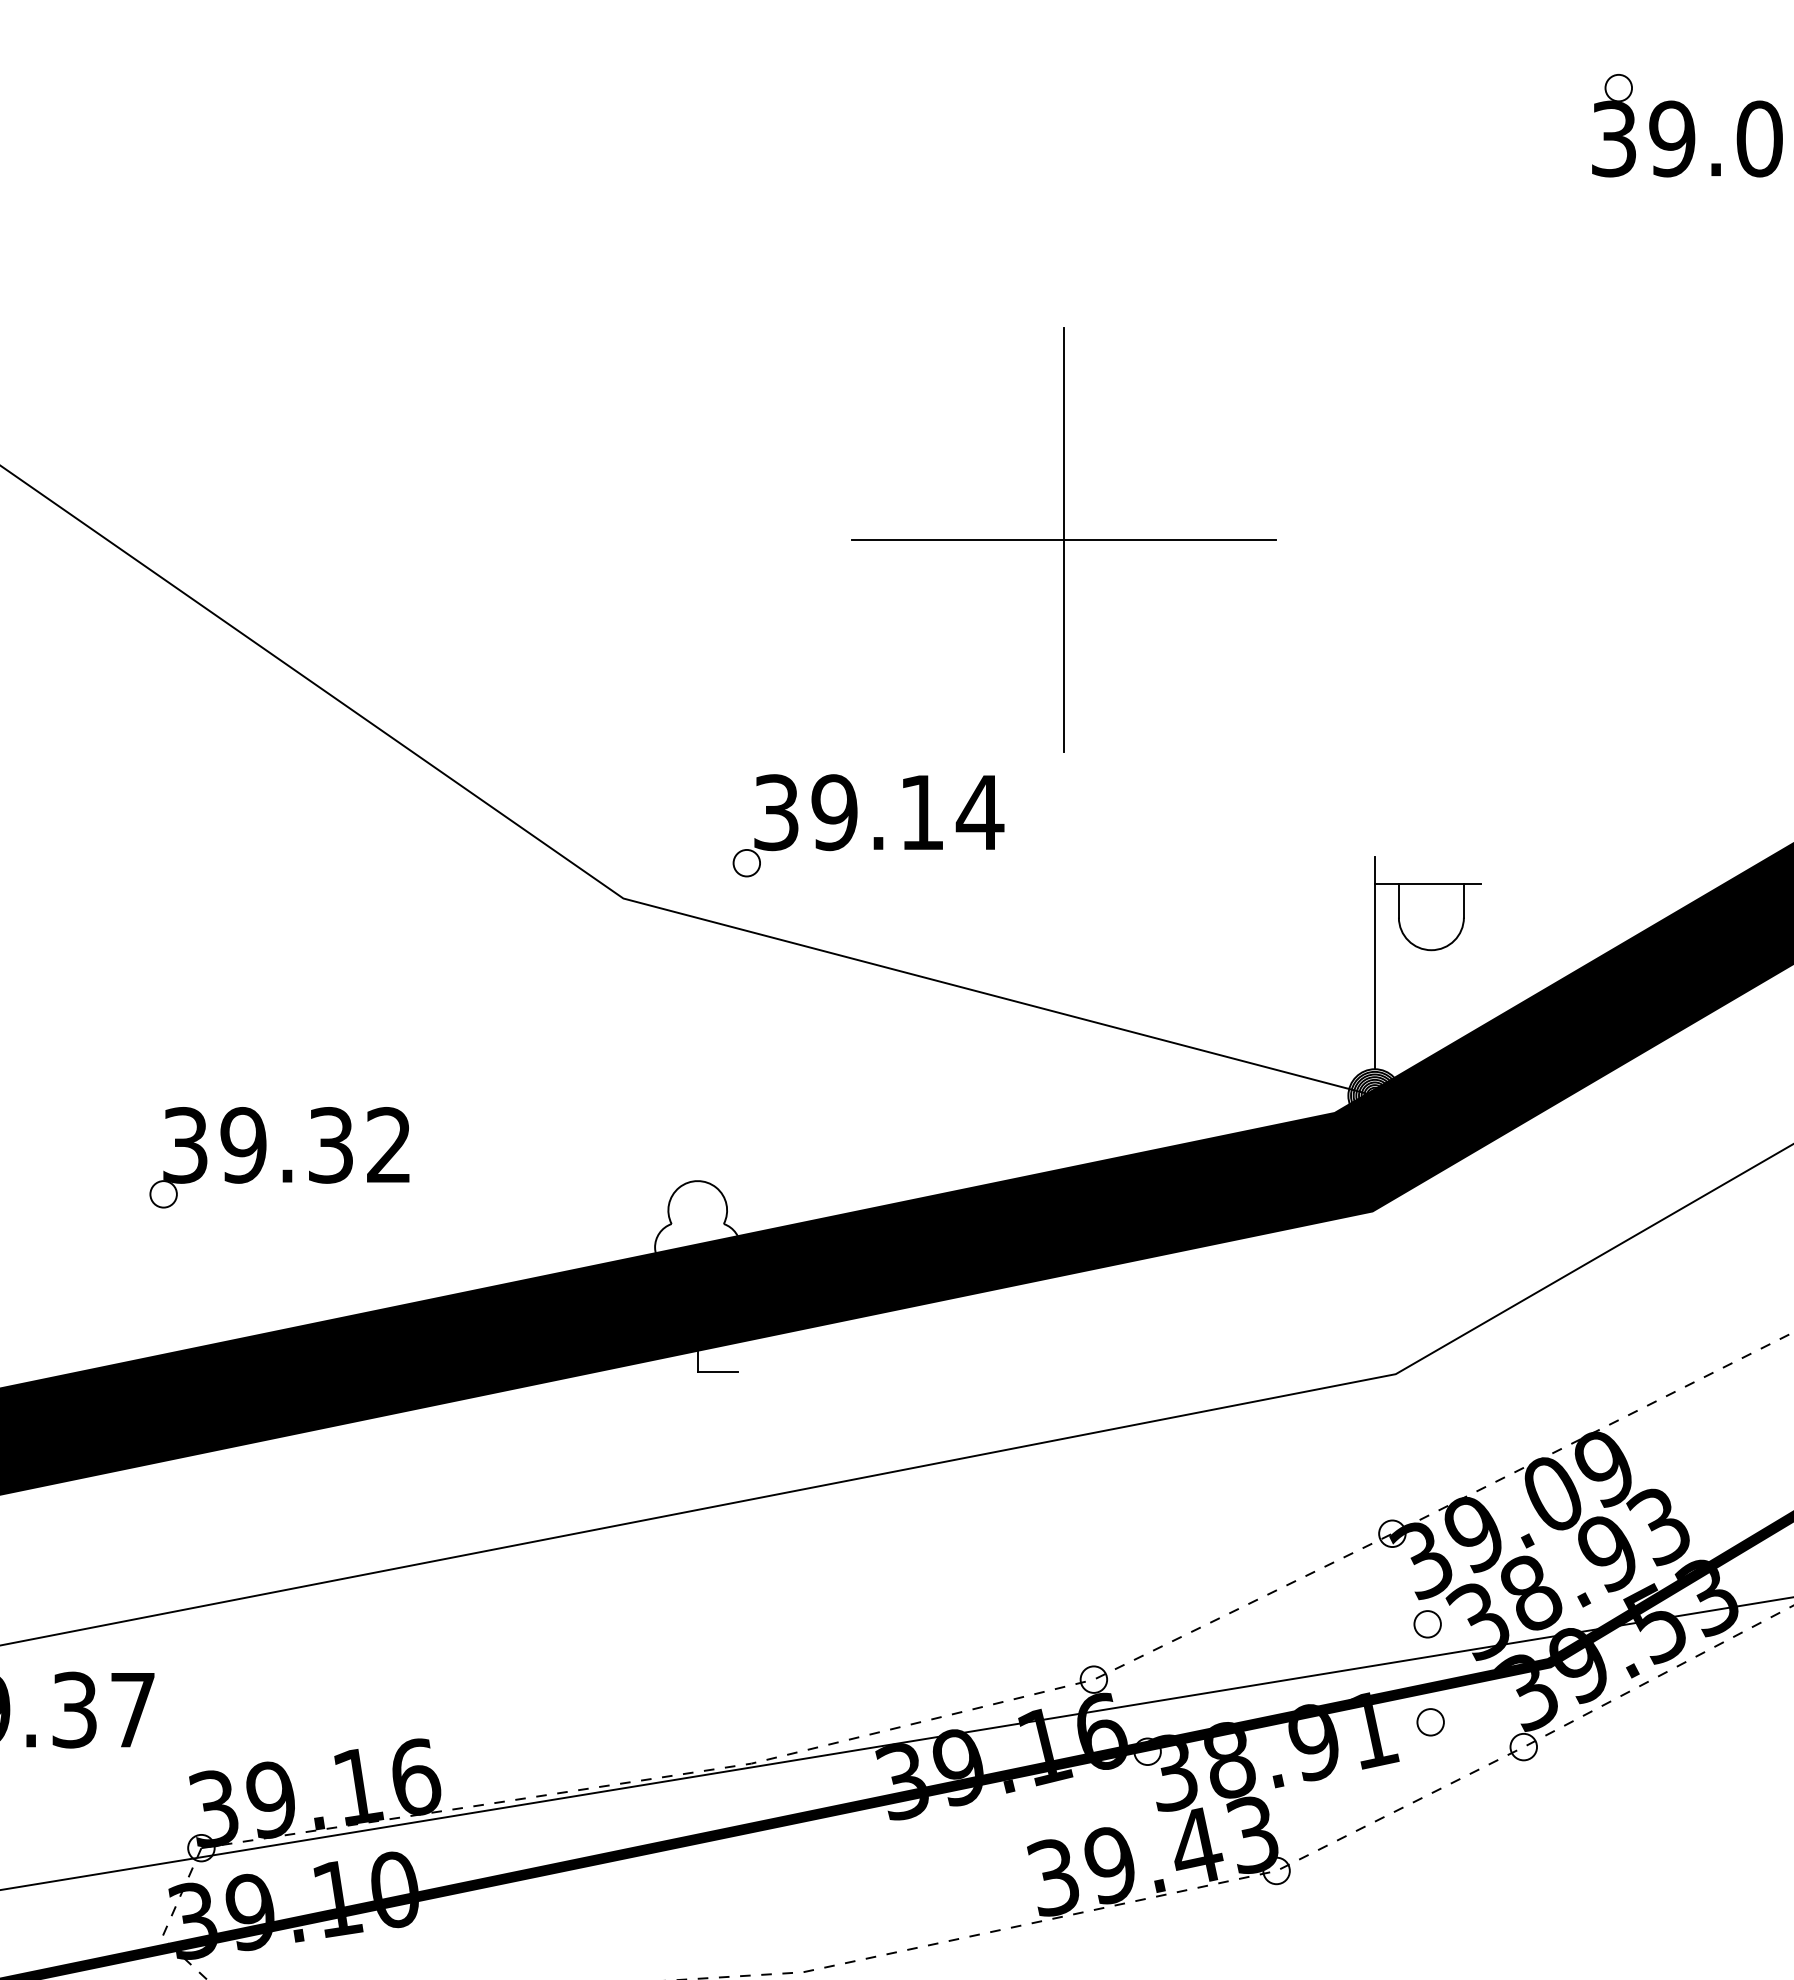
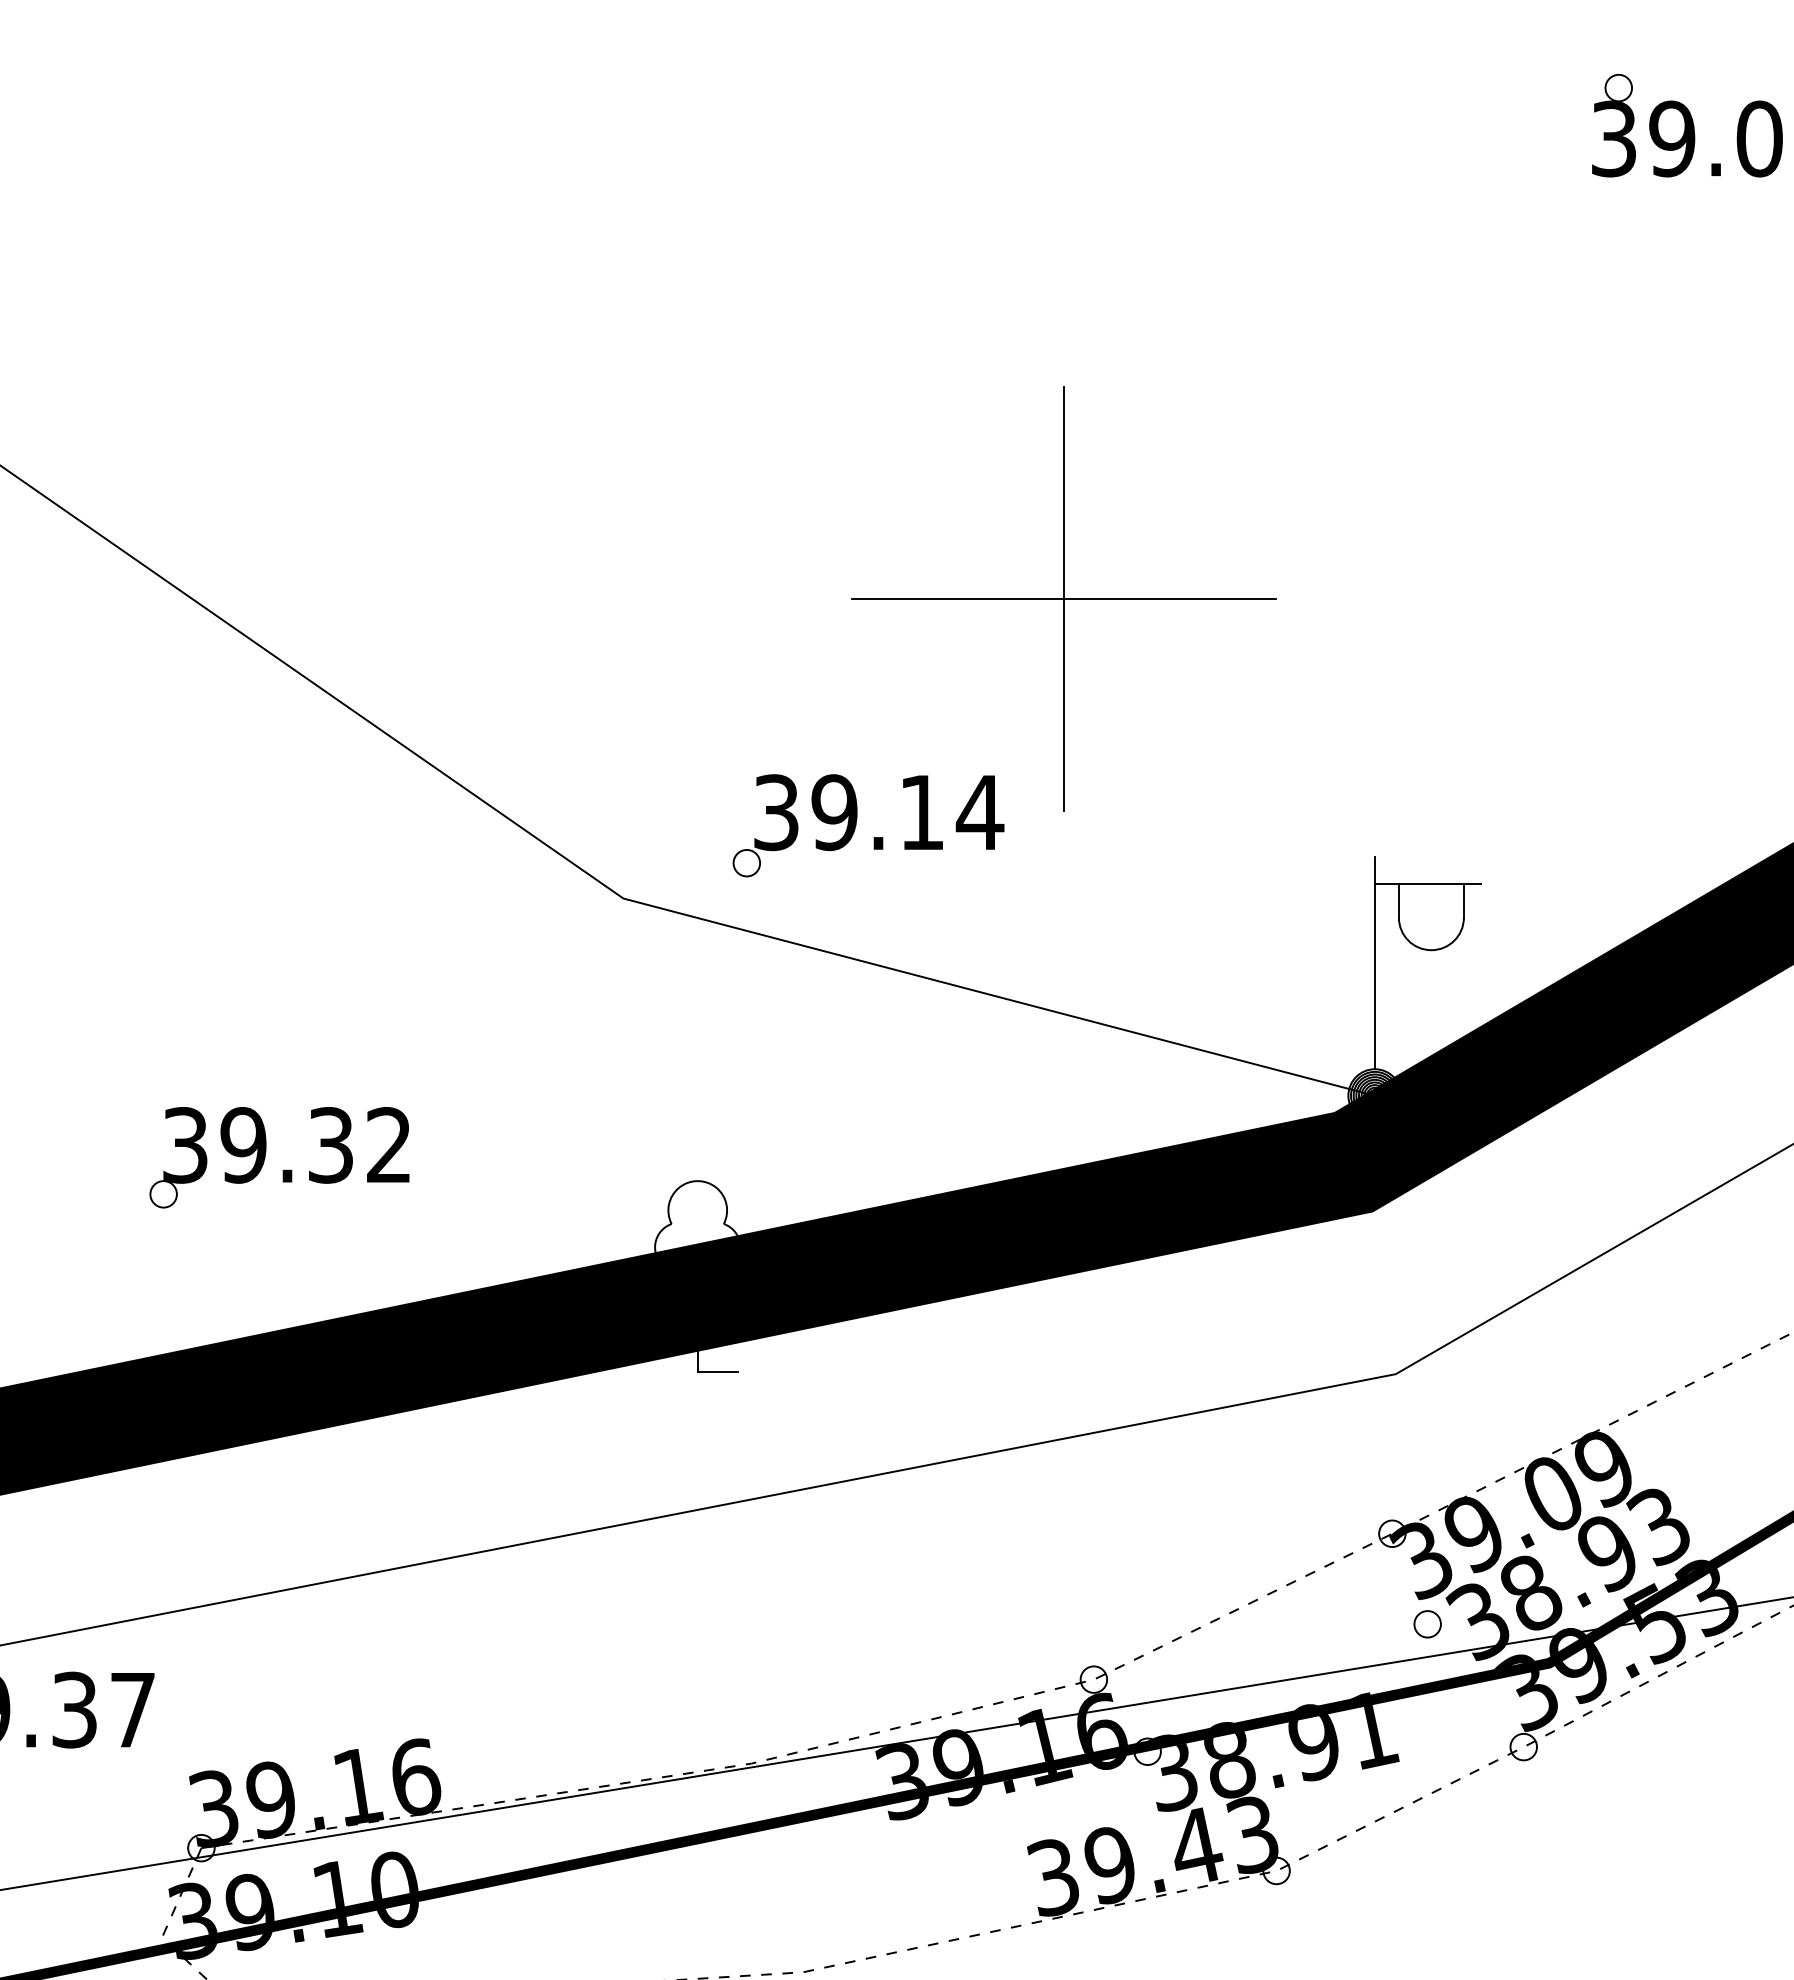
part at (1063, 539) position: (1063, 539) -> (1063, 598)
part at (1430, 1722): present -> none
